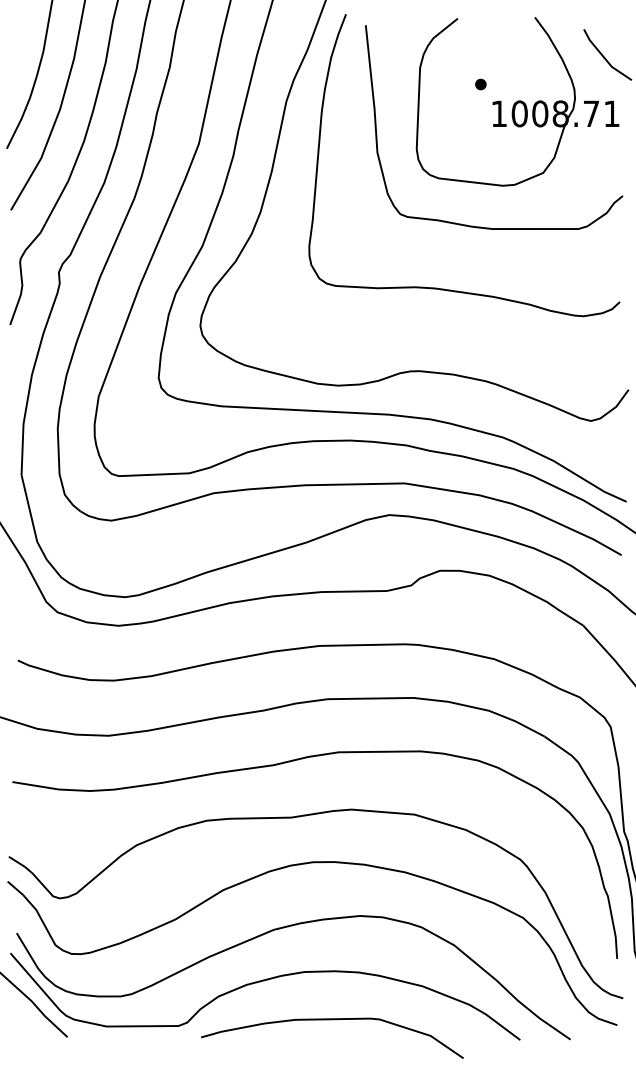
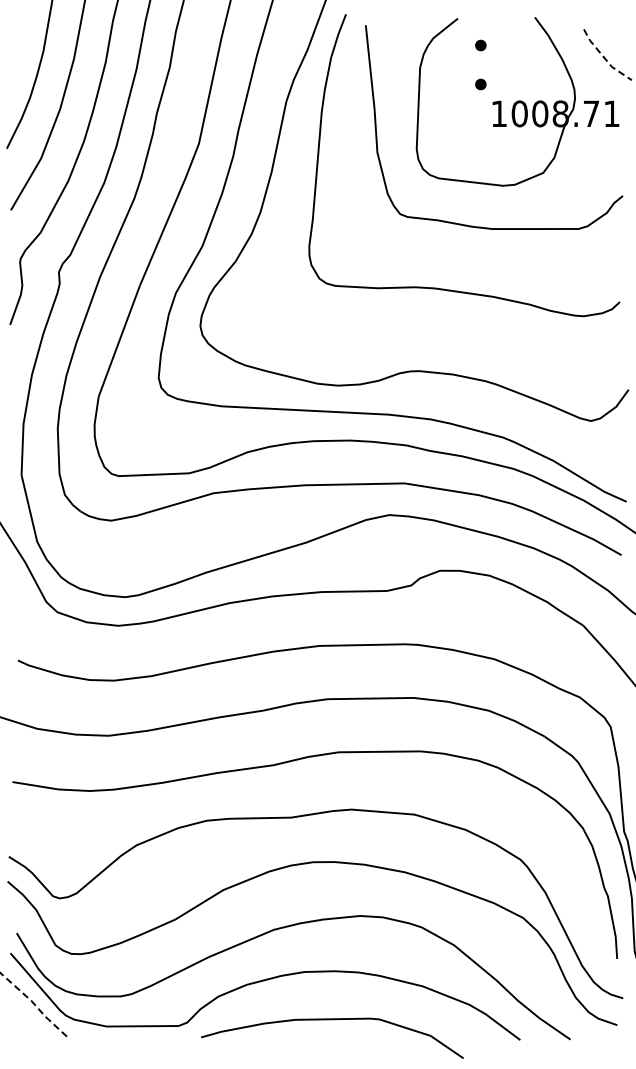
part at (480, 45): none -> present
line at (604, 57): solid -> dashed
line at (34, 1004): solid -> dashed
